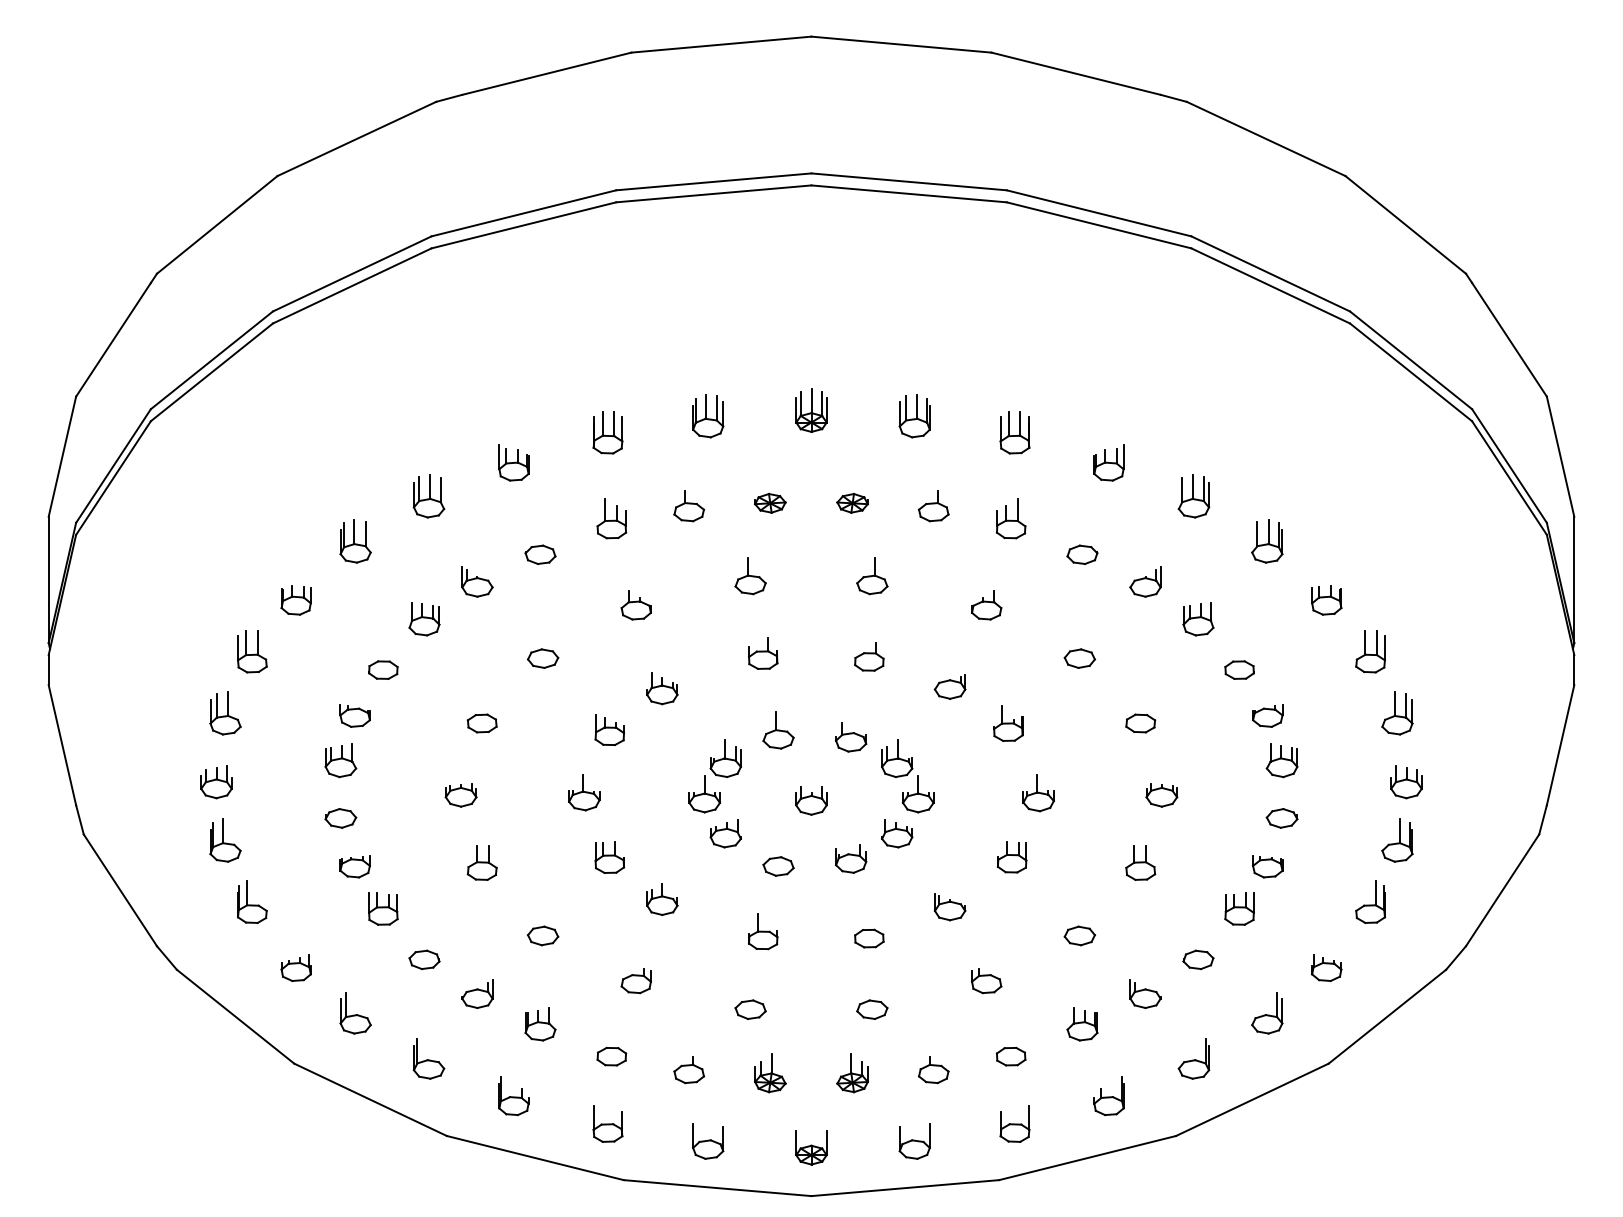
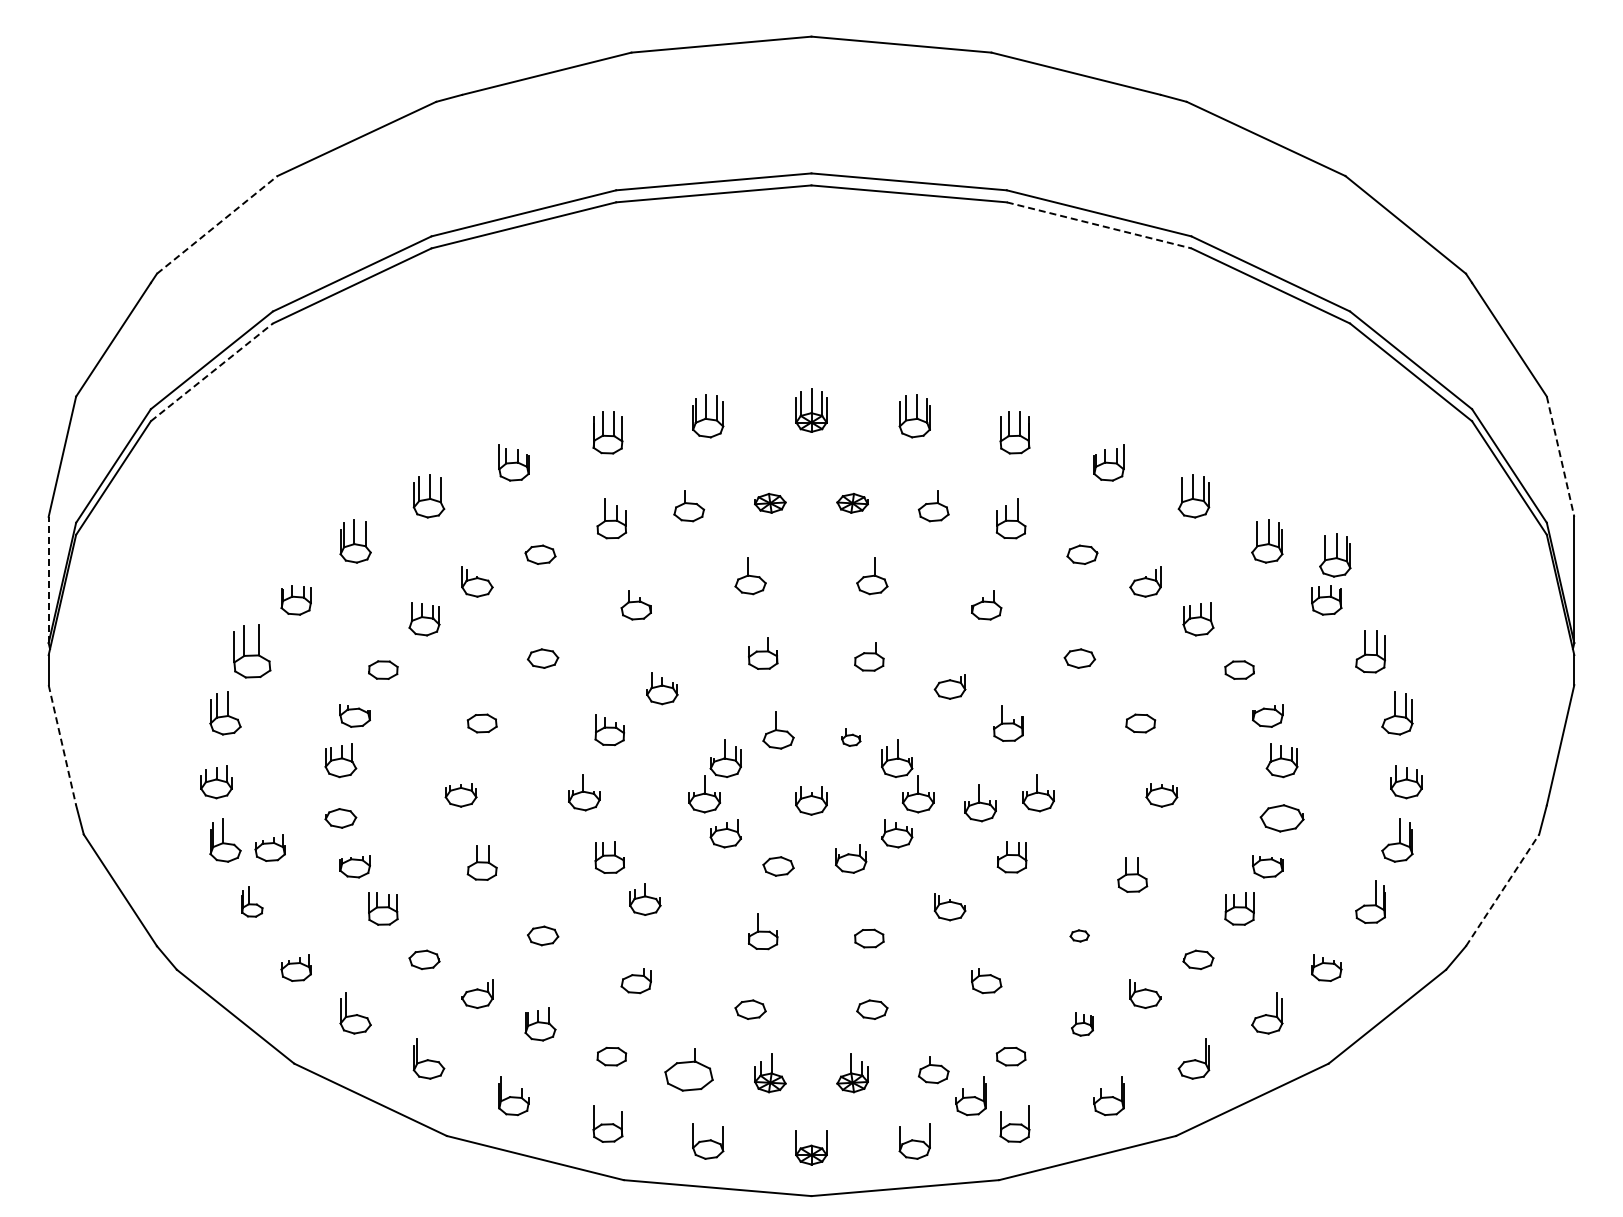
line at (217, 224): solid -> dashed
line at (1099, 225): solid -> dashed
line at (212, 372): solid -> dashed
line at (1560, 456): solid -> dashed
part at (1335, 555): none -> present
line at (48, 579): solid -> dashed
part at (252, 651) size: 31x44 px -> 39x55 px
part at (851, 737) size: 33x31 px -> 21x19 px
line at (62, 745): solid -> dashed
part at (980, 803): none -> present
part at (1281, 818) size: 34x21 px -> 46x29 px
part at (269, 847): none -> present
part at (1140, 862) position: (1140, 862) -> (1132, 874)
line at (1502, 890): solid -> dashed
part at (662, 899) position: (662, 899) -> (645, 899)
part at (252, 901) size: 31x44 px -> 23x32 px
part at (1079, 935) size: 33x22 px -> 21x14 px
part at (1082, 1024) size: 33x35 px -> 23x25 px
part at (689, 1070) size: 33x29 px -> 50x44 px
part at (970, 1096): none -> present
